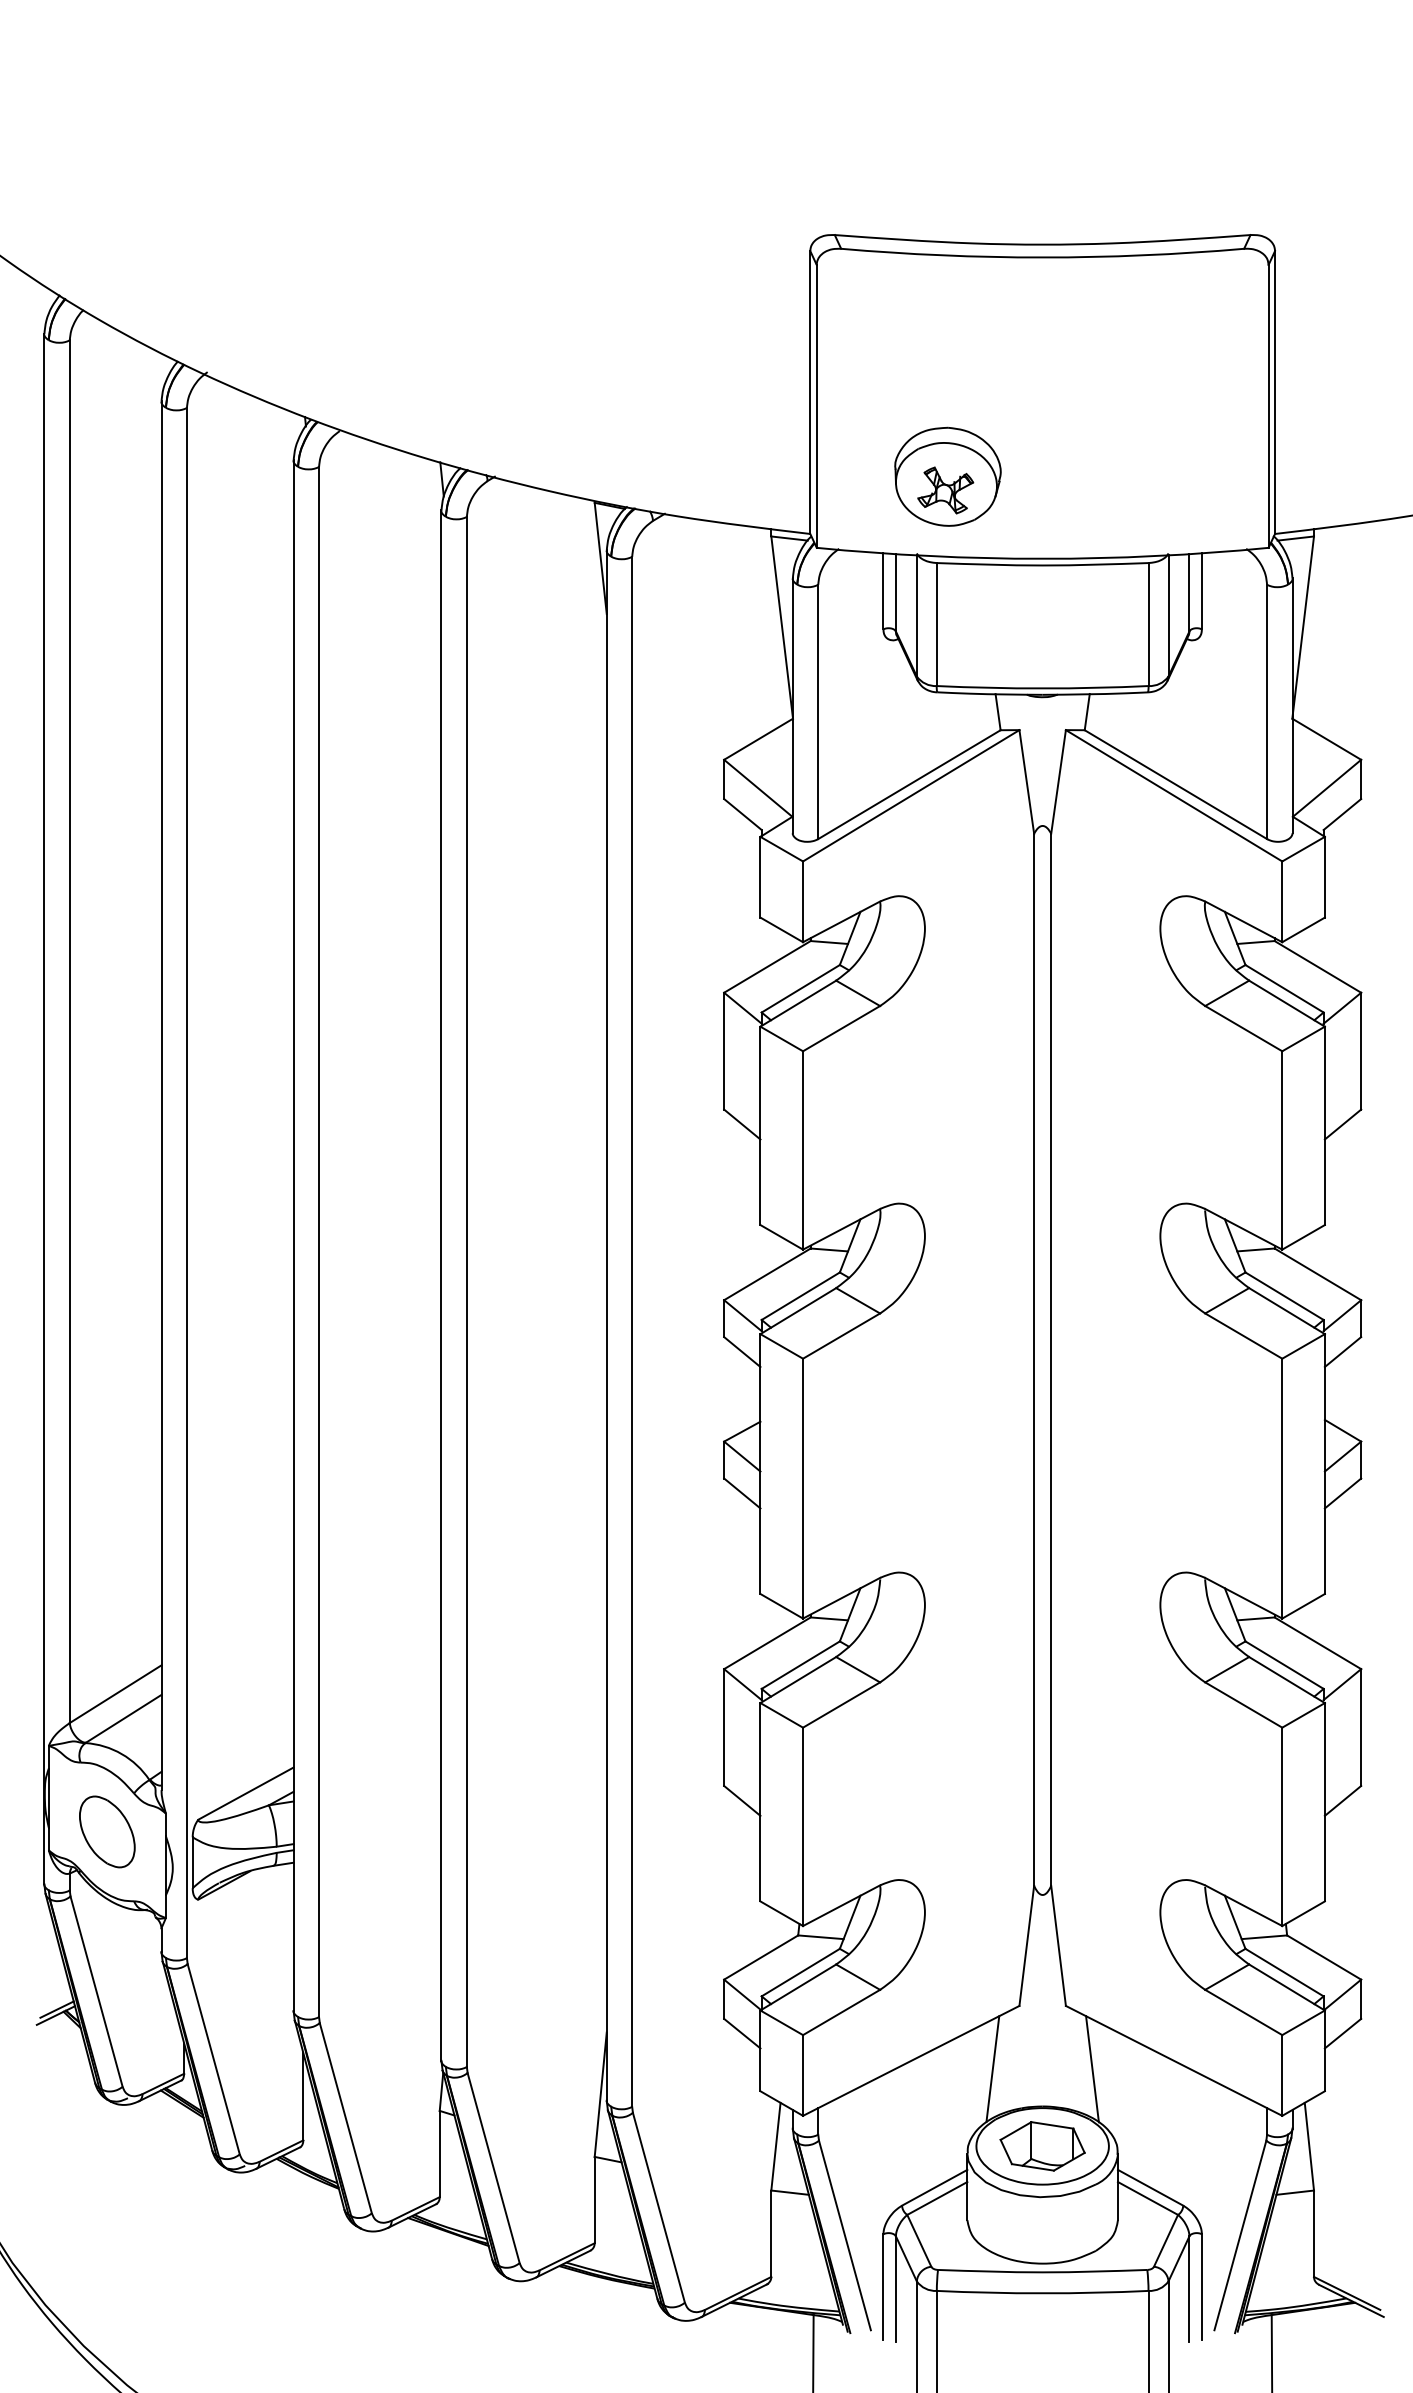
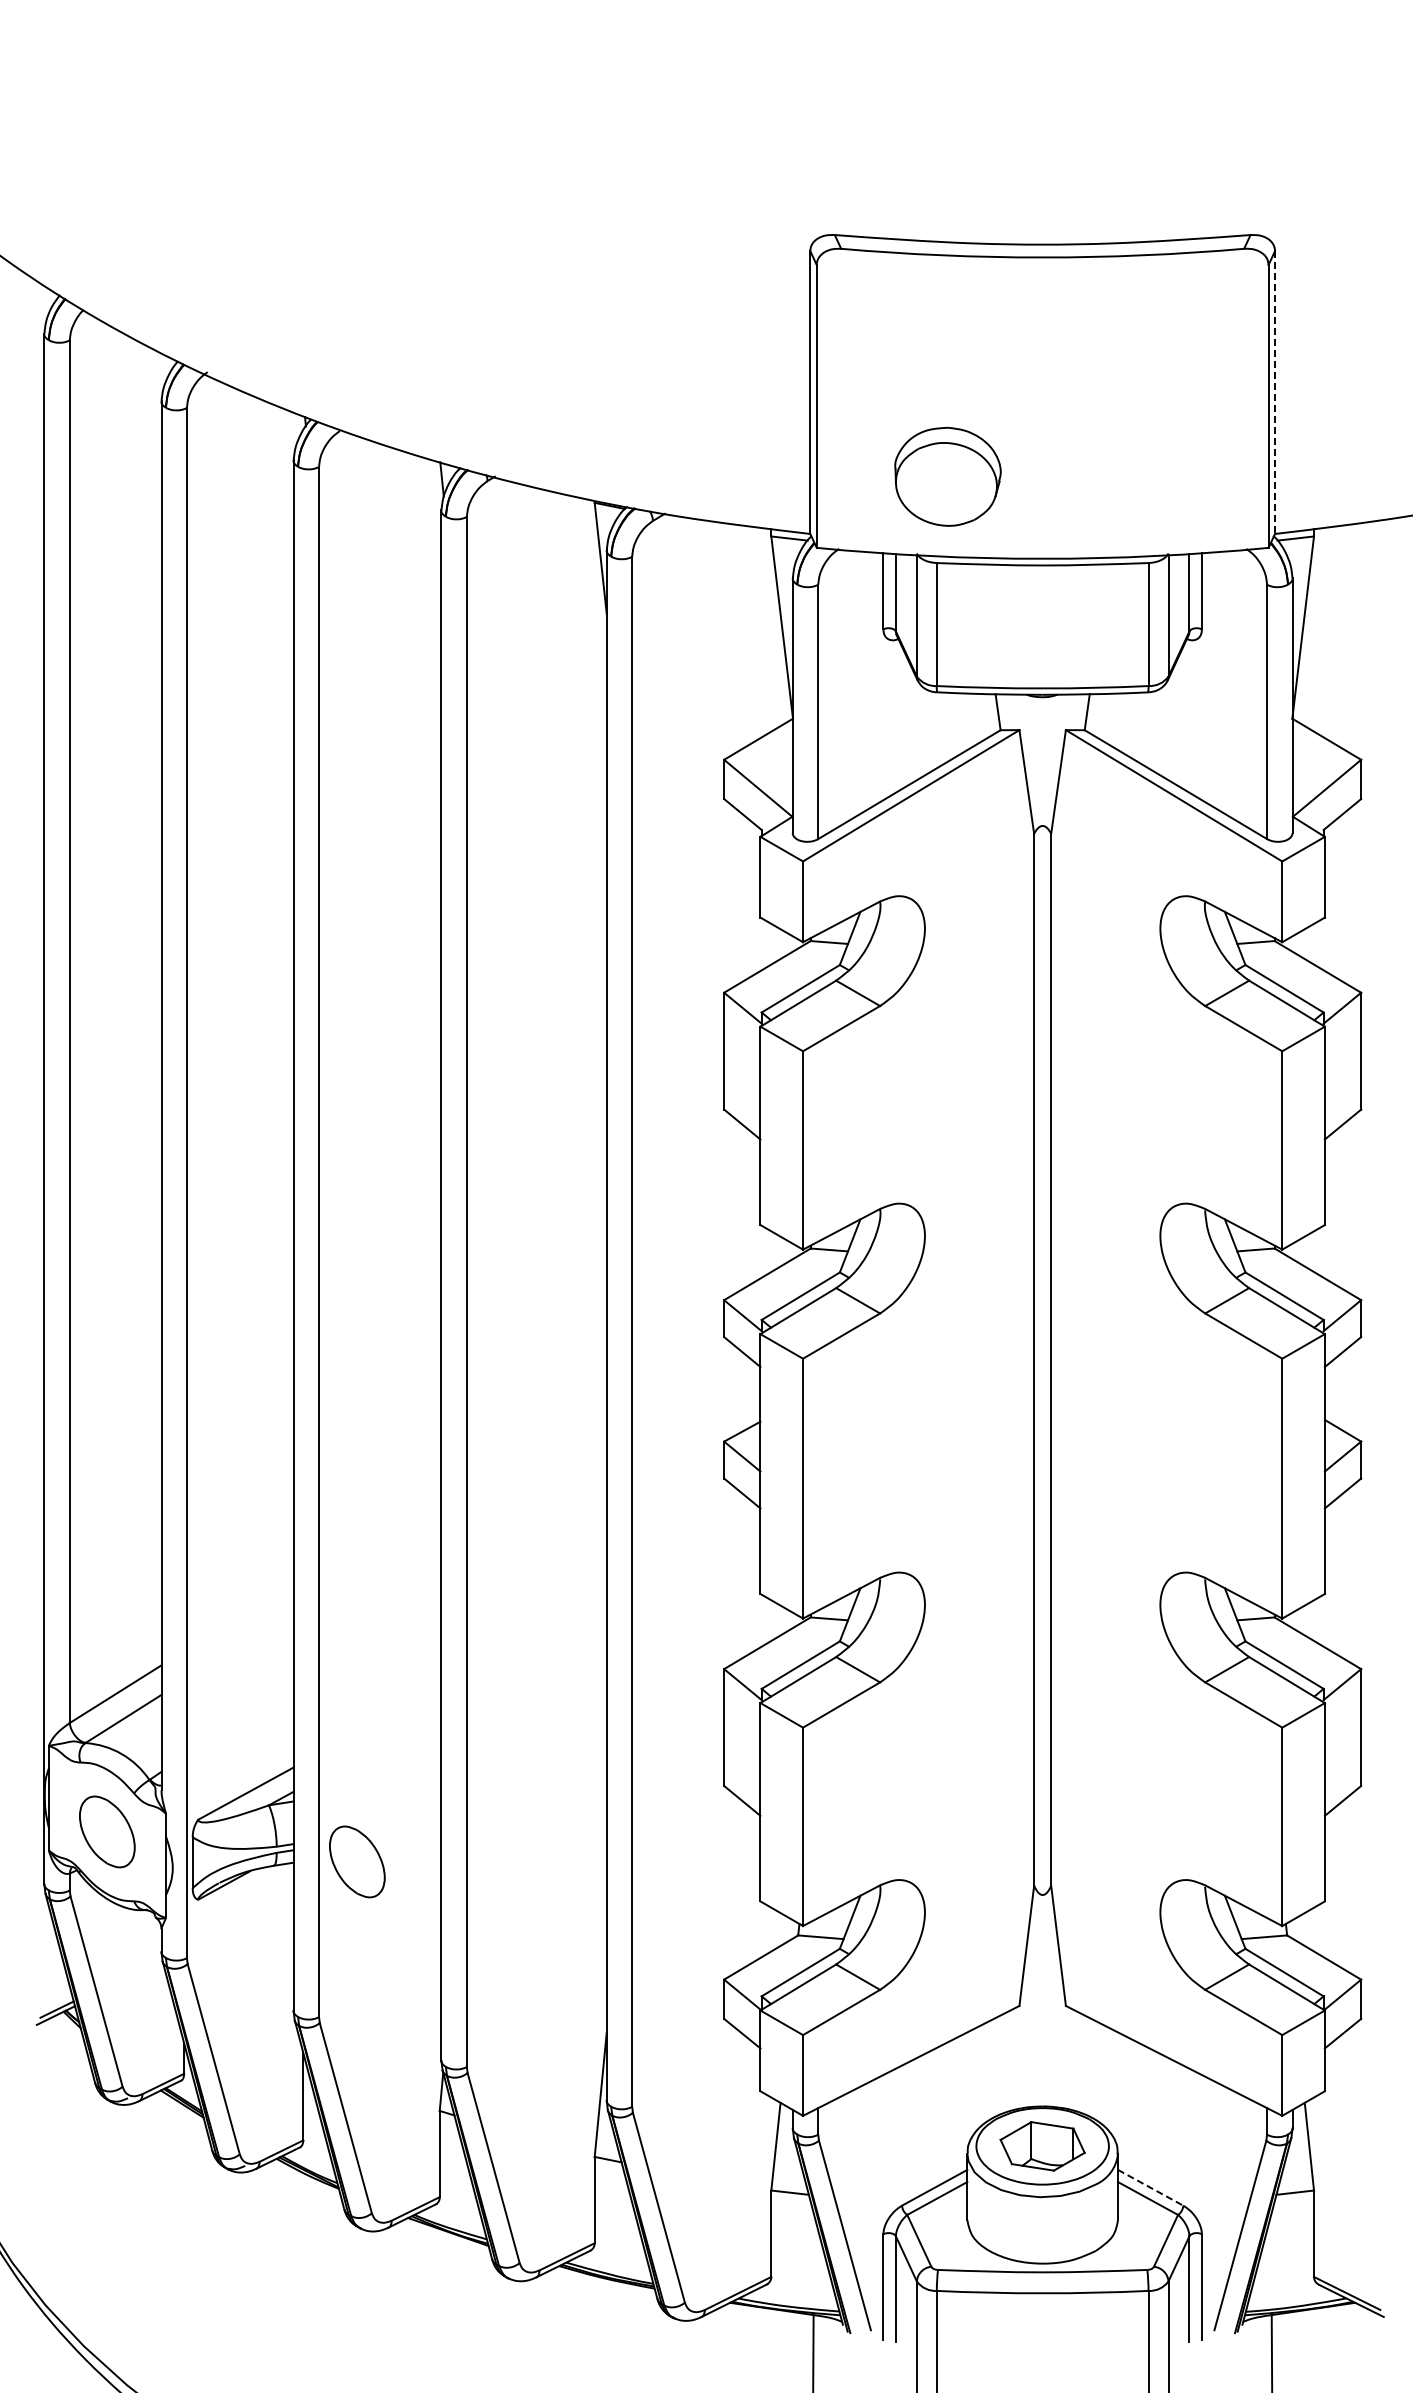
line at (1275, 393): solid -> dashed
part at (945, 490): present -> none
part at (357, 1861): none -> present
line at (992, 2069): present -> none
line at (1092, 2069): present -> none
line at (1151, 2188): solid -> dashed
